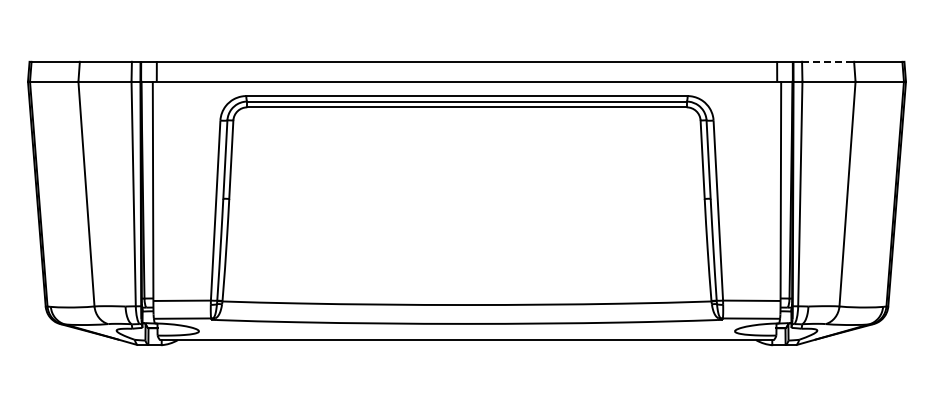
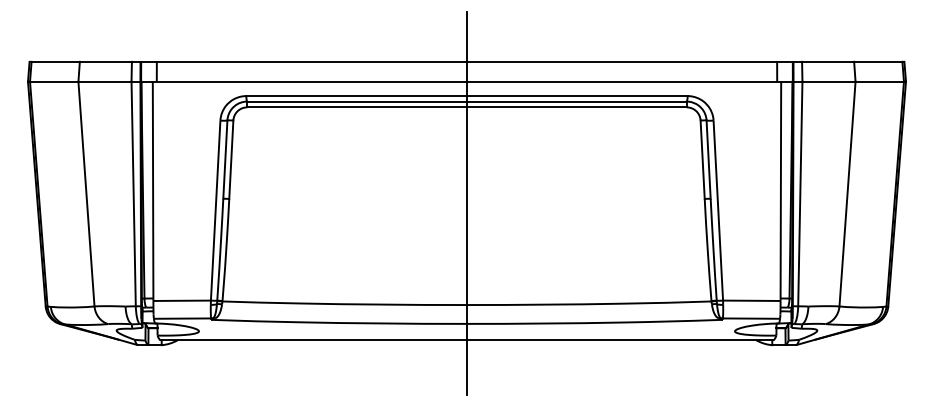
line at (828, 61): dashed -> solid
line at (466, 203): none -> present
